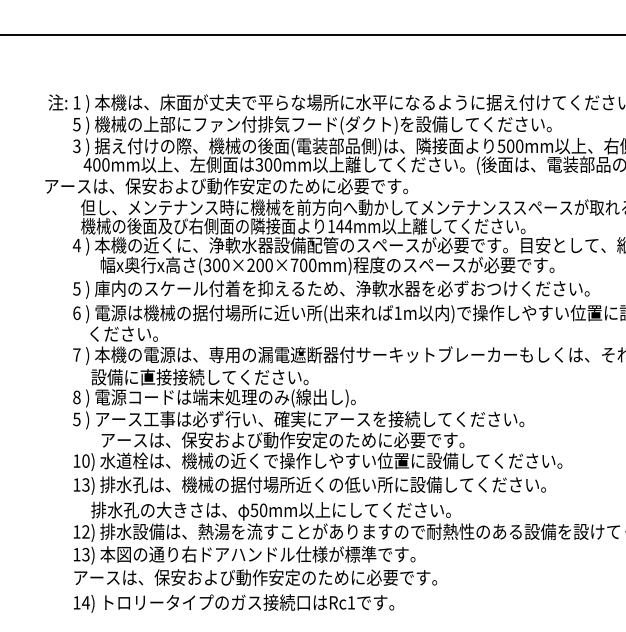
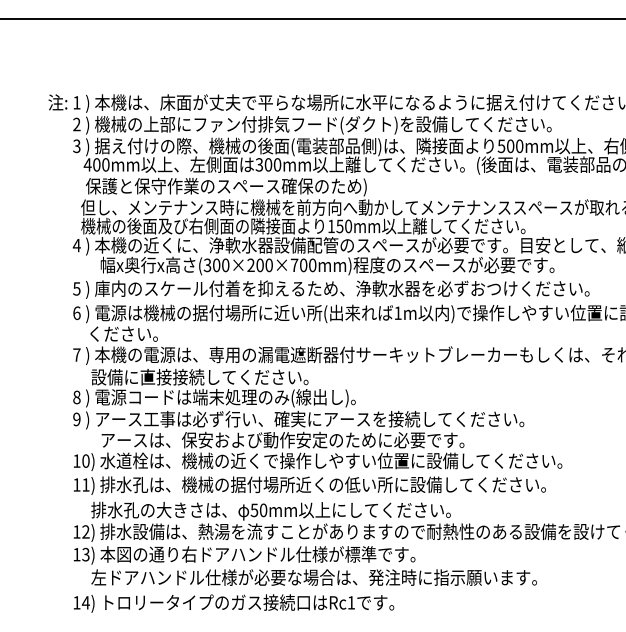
line at (312, 34) position: (312, 34) -> (312, 18)
text at (76, 124): 5 -> 2
text at (226, 186): アースは、保安および動作安定のために必要です。 -> 保護と保守作業のスペース確保のため)
text at (344, 226): 144mm -> 150mm
text at (76, 419): 5 -> 9
text at (85, 484): 13) -> 11)
text at (305, 577): アースは、保安および動作安定のために必要です。 -> 左ドアハンドル仕様が必要な場合は、発注時に指示願います。
